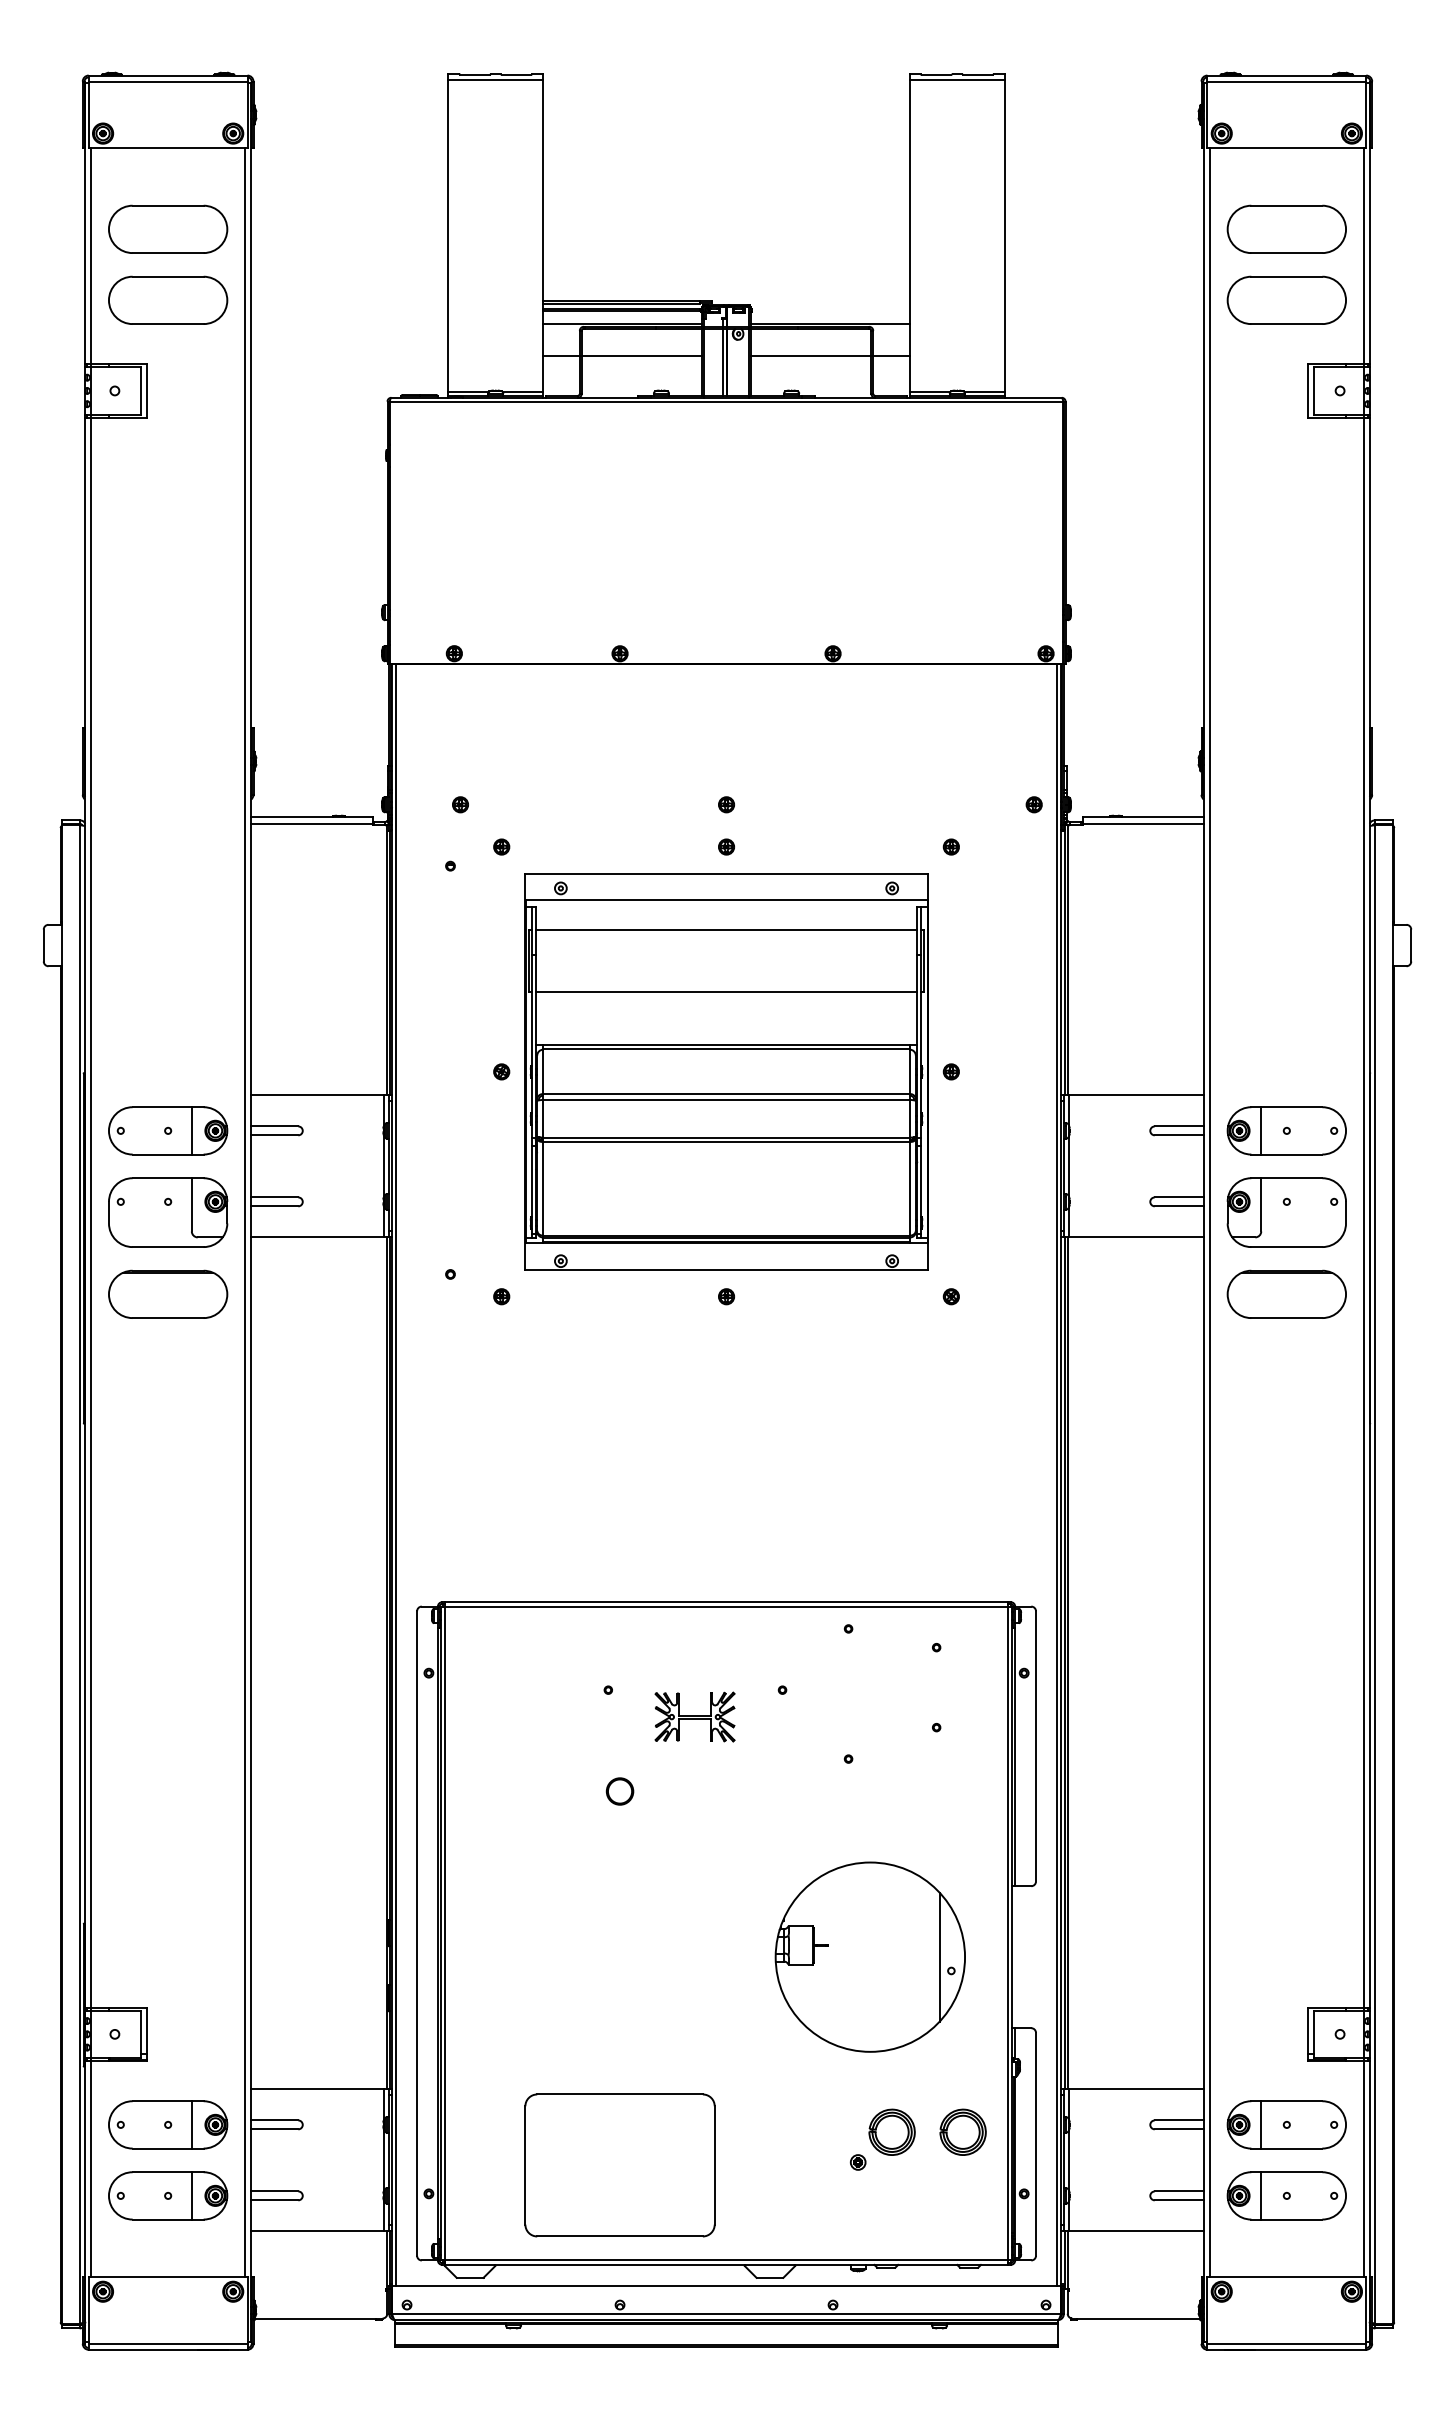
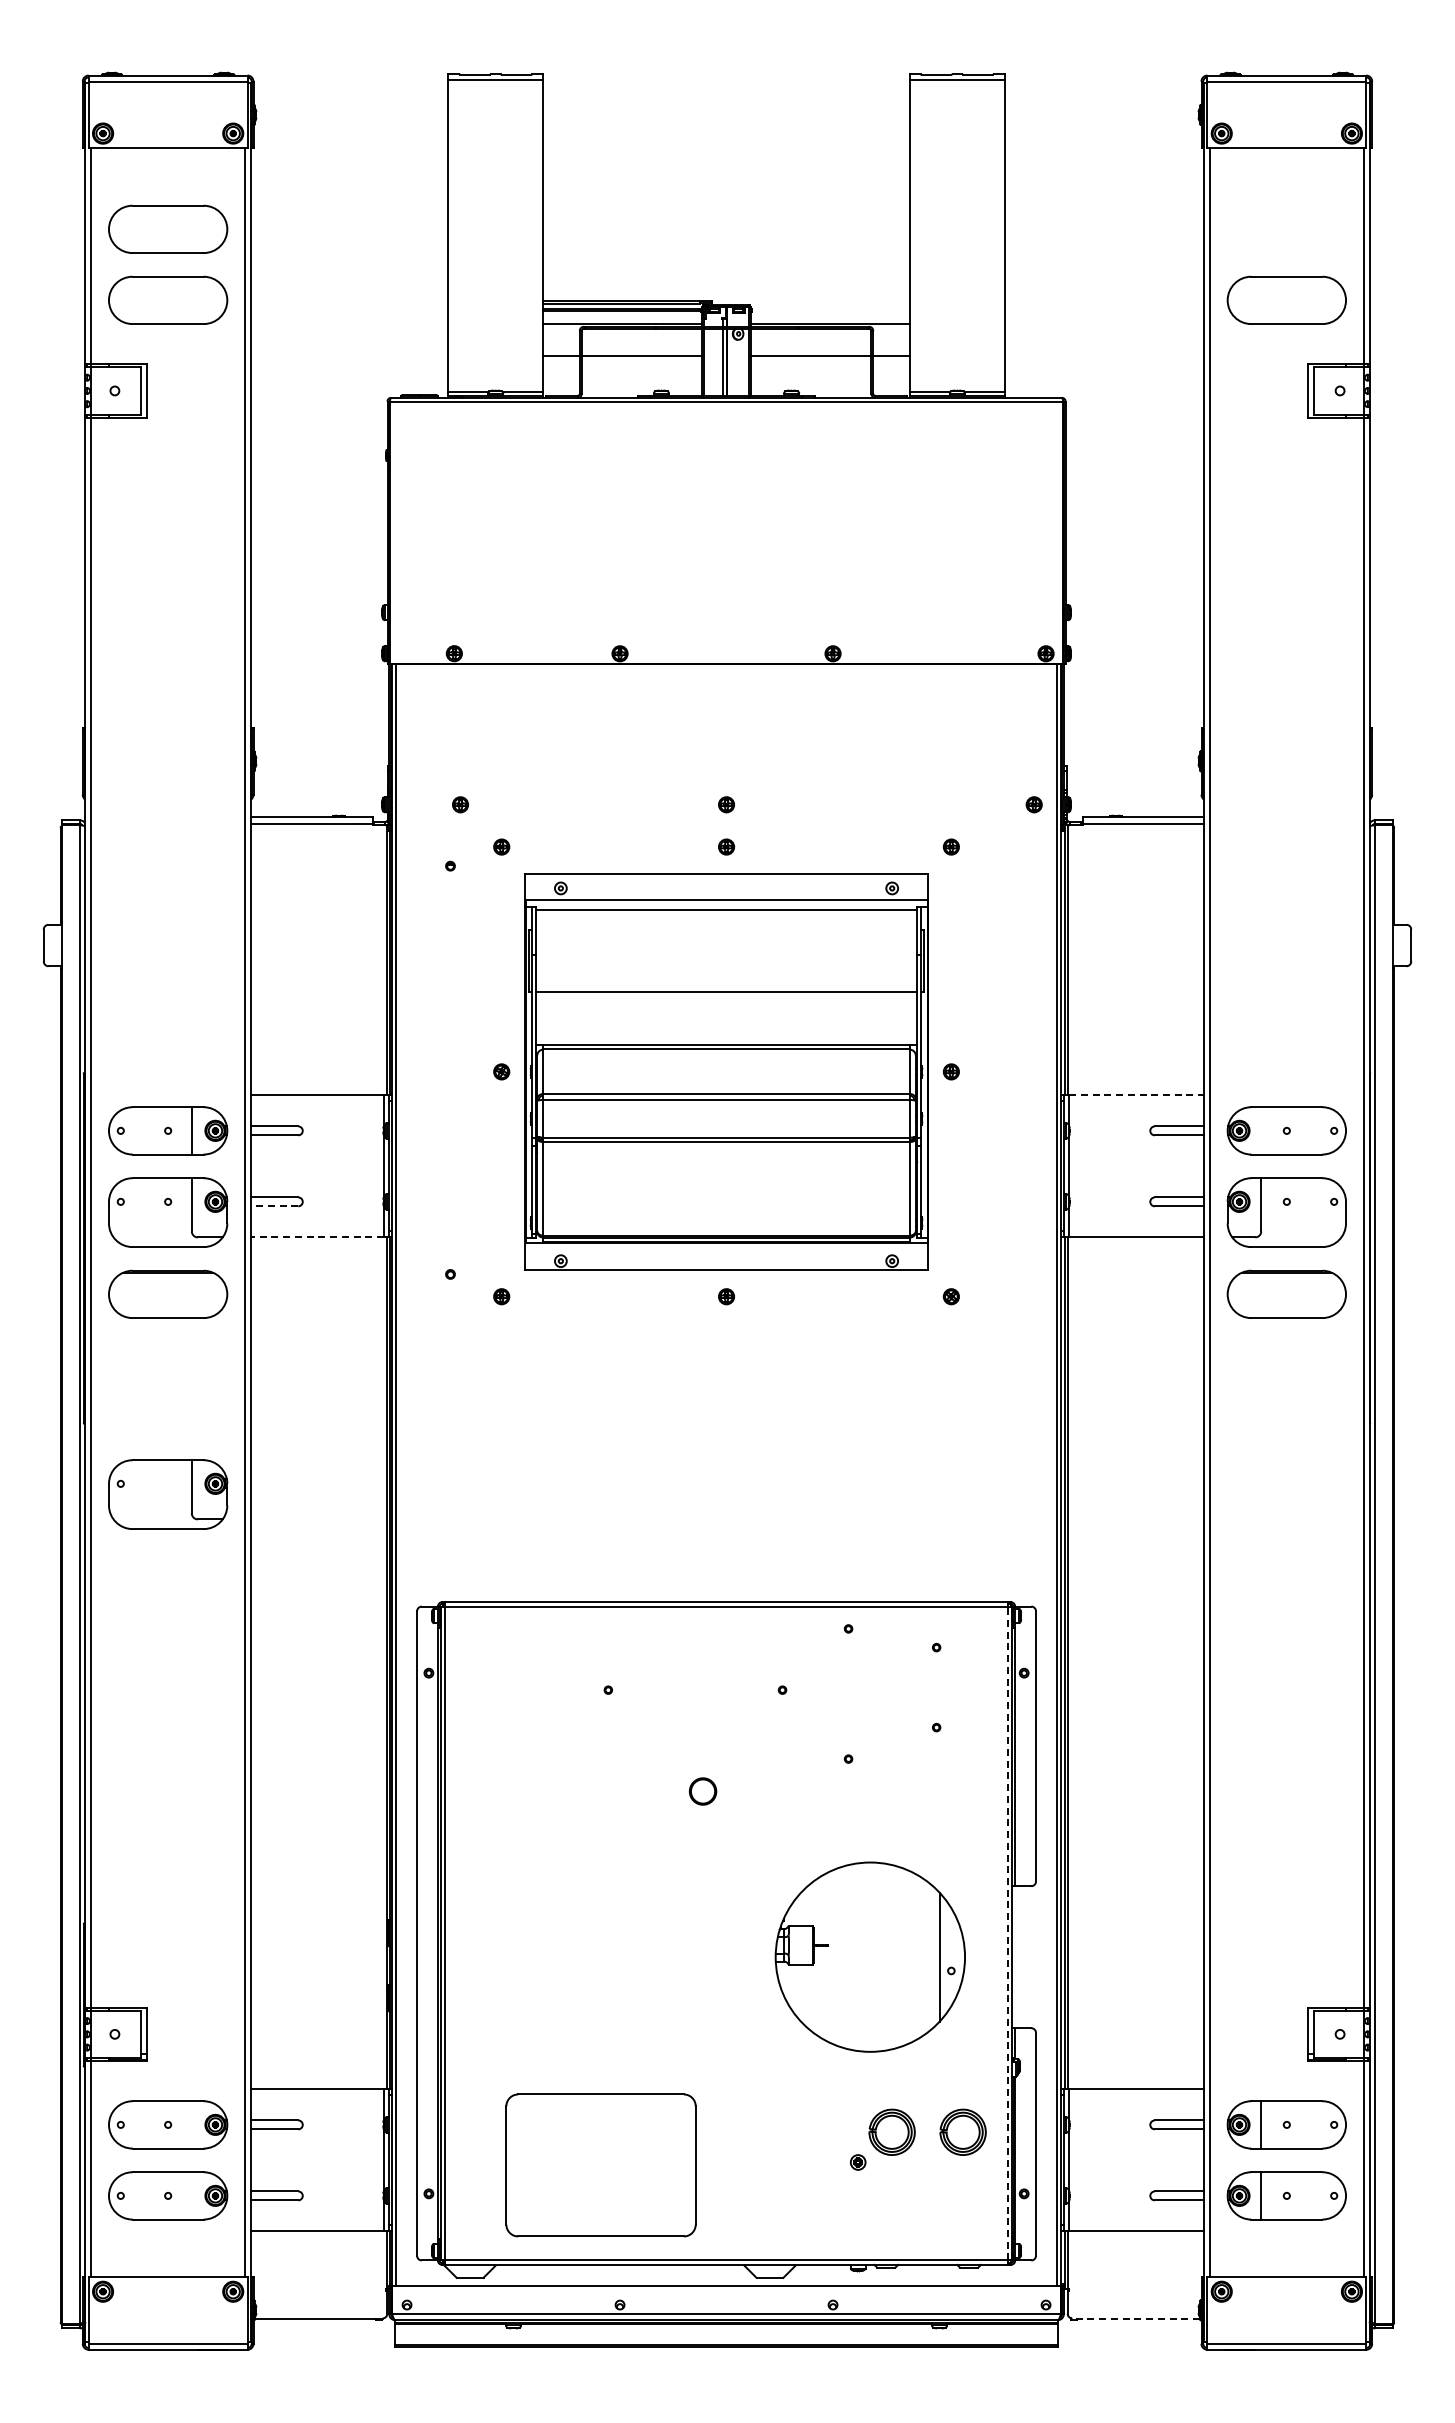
part at (1286, 228): present -> none
line at (726, 929) position: (726, 929) -> (726, 909)
line at (1137, 1095): solid -> dashed
line at (1261, 1130): present -> none
line at (274, 1206): solid -> dashed
line at (317, 1237): solid -> dashed
part at (168, 1494): none -> present
part at (694, 1716): present -> none
part at (619, 1791) position: (619, 1791) -> (702, 1791)
line at (1007, 1933): solid -> dashed
line at (191, 2124): present -> none
part at (619, 2165) position: (619, 2165) -> (600, 2165)
line at (191, 2195): present -> none
line at (1136, 2318): solid -> dashed
